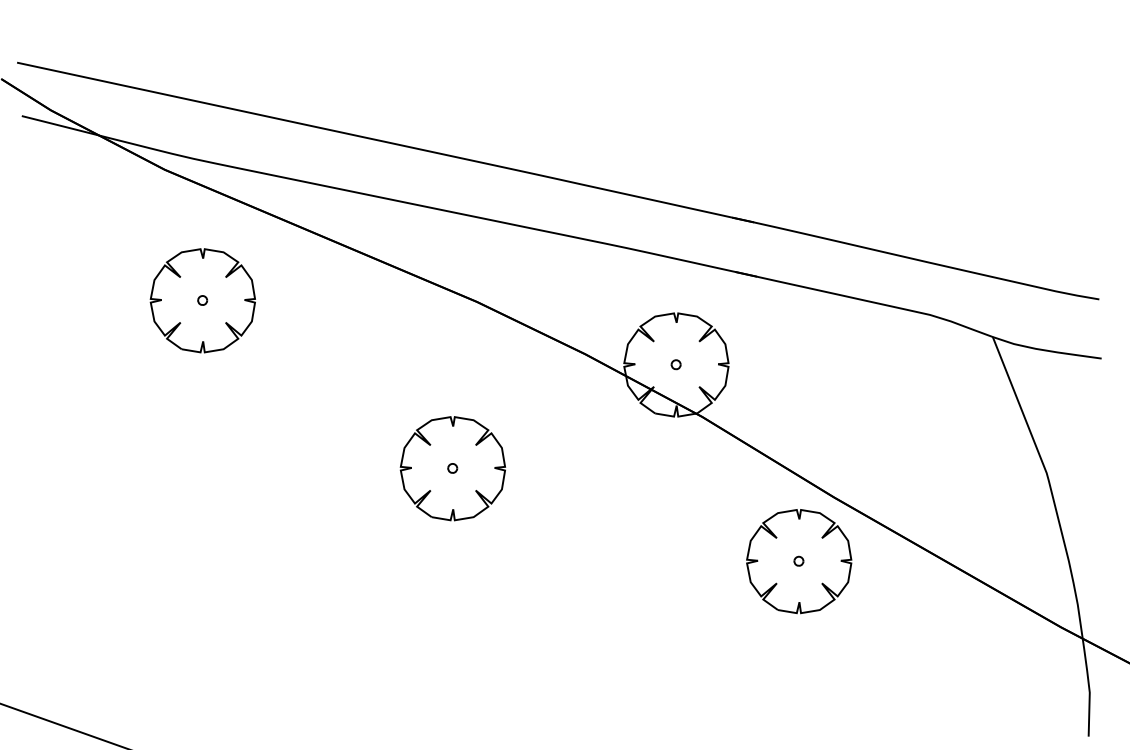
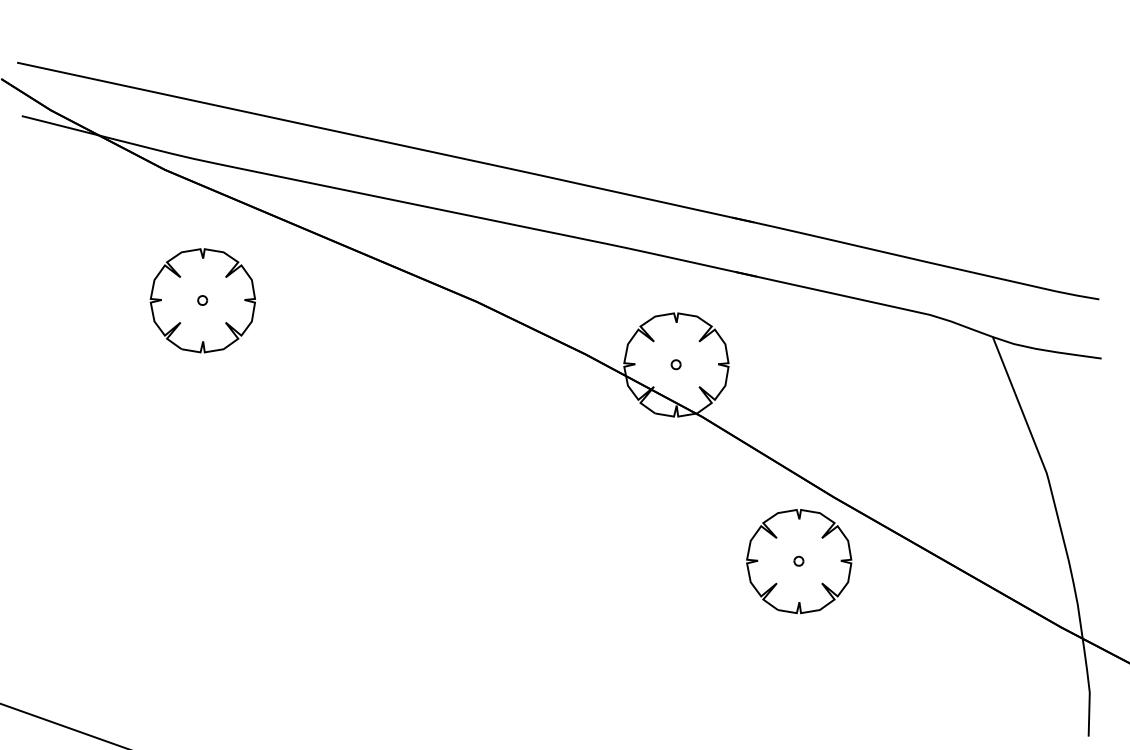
part at (452, 468): present -> none
